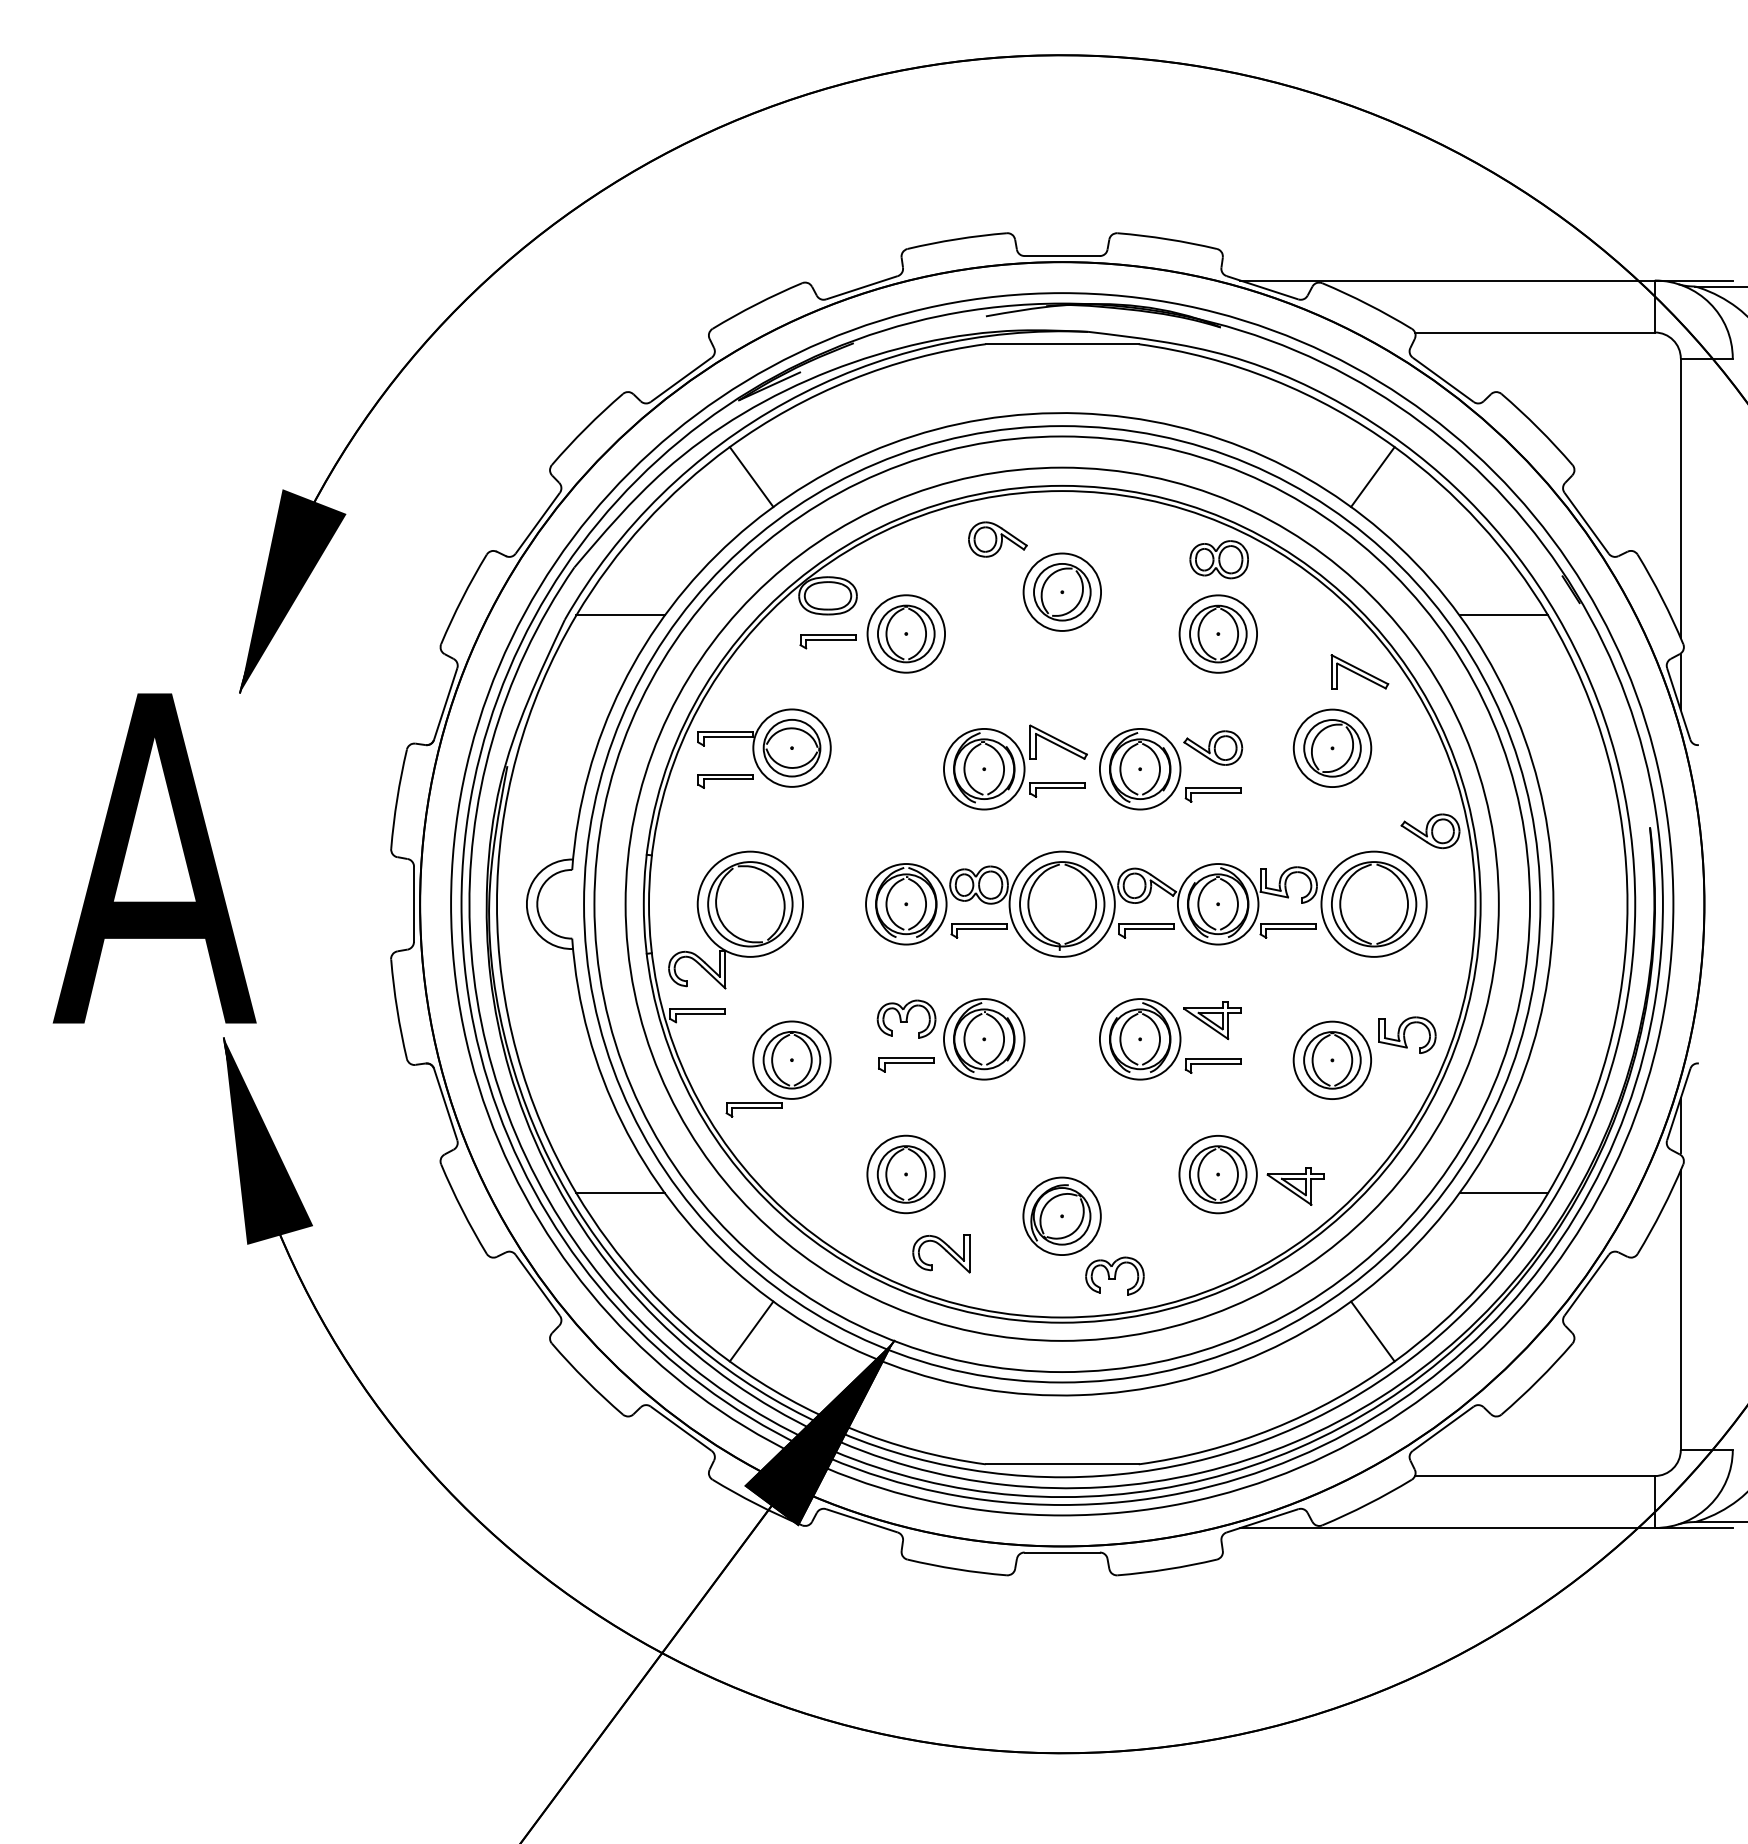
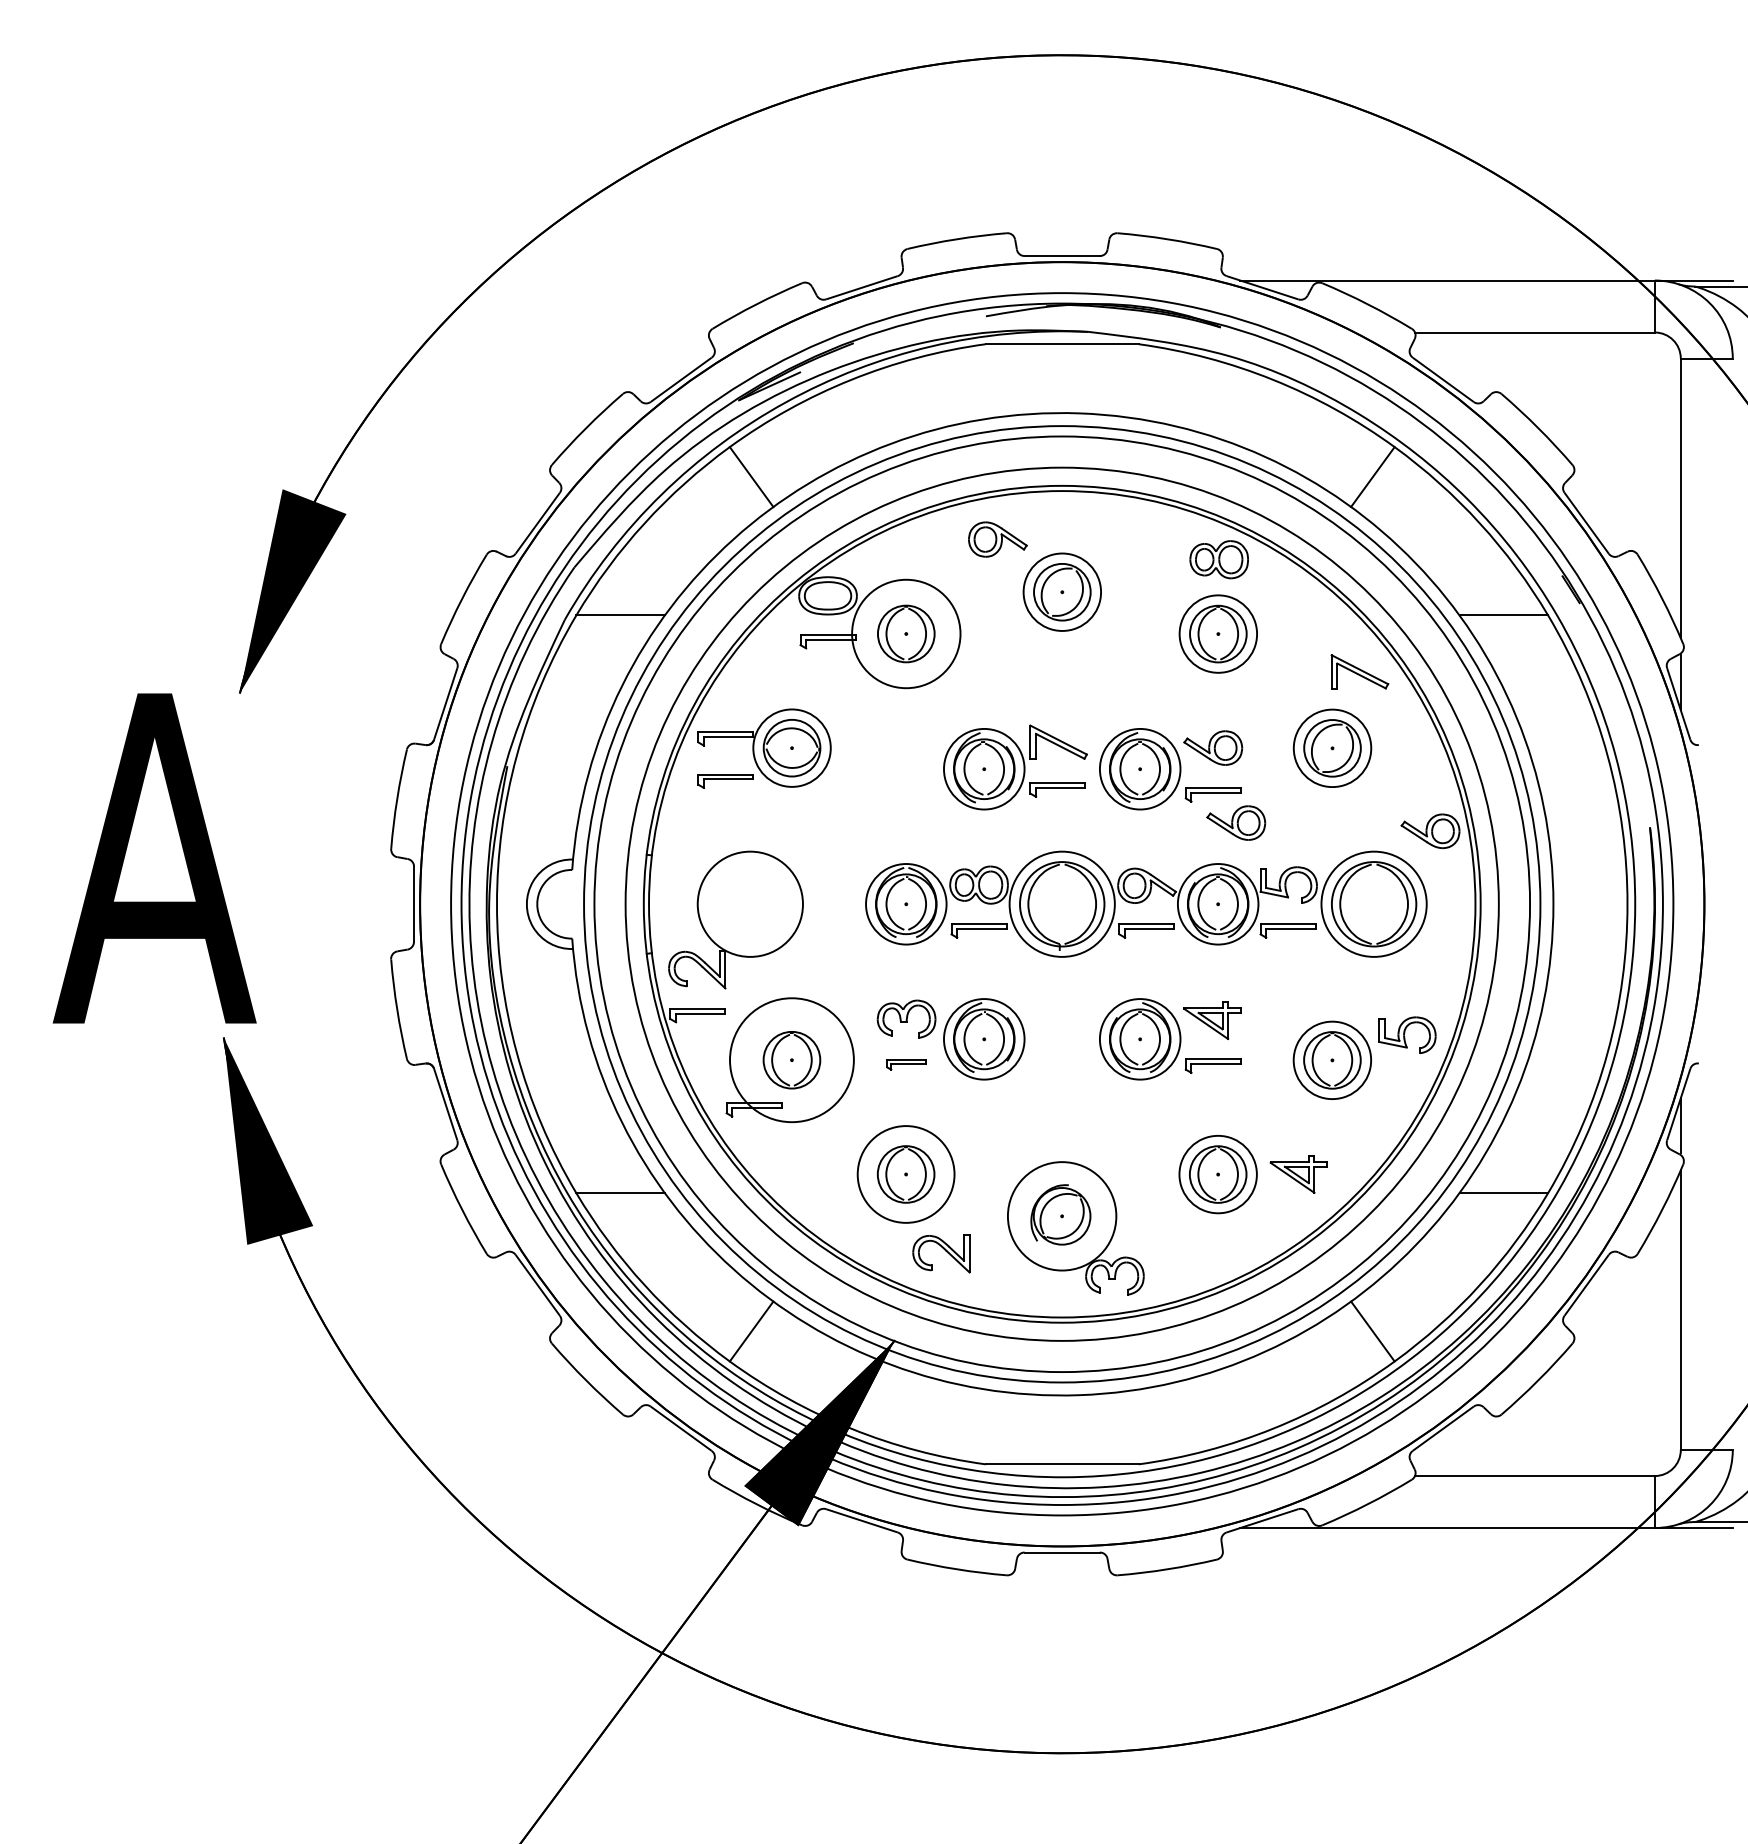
circle at (906, 633) diameter: 77 px -> 108 px
part at (1236, 822): none -> present
part at (750, 904): present -> none
circle at (791, 1059) diameter: 77 px -> 124 px
part at (906, 1064) size: 57x16 px -> 41x12 px
circle at (905, 1174) diameter: 77 px -> 97 px
part at (1295, 1186) position: (1295, 1186) -> (1298, 1174)
circle at (1061, 1216) diameter: 77 px -> 108 px
